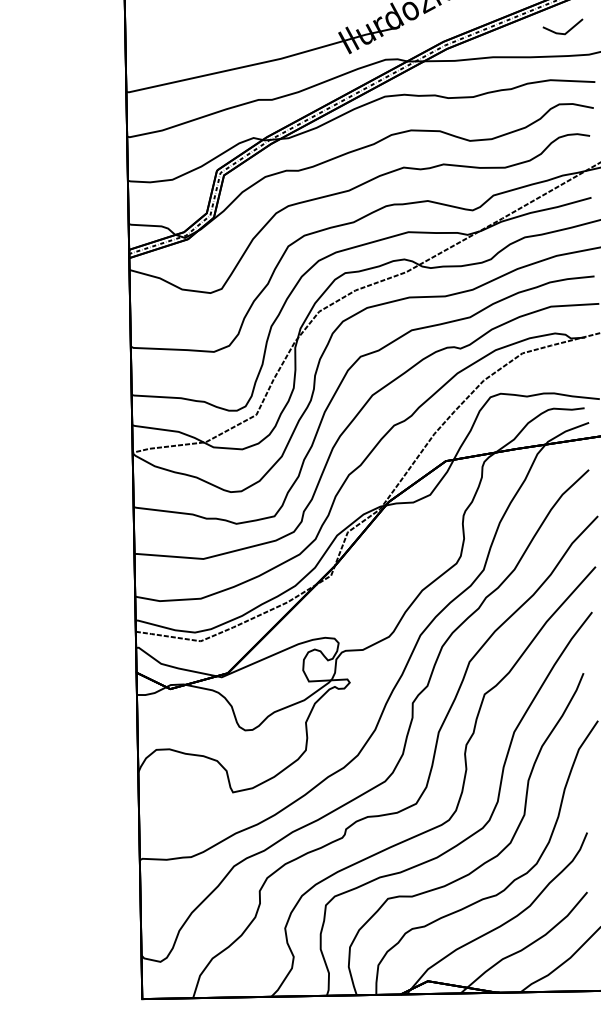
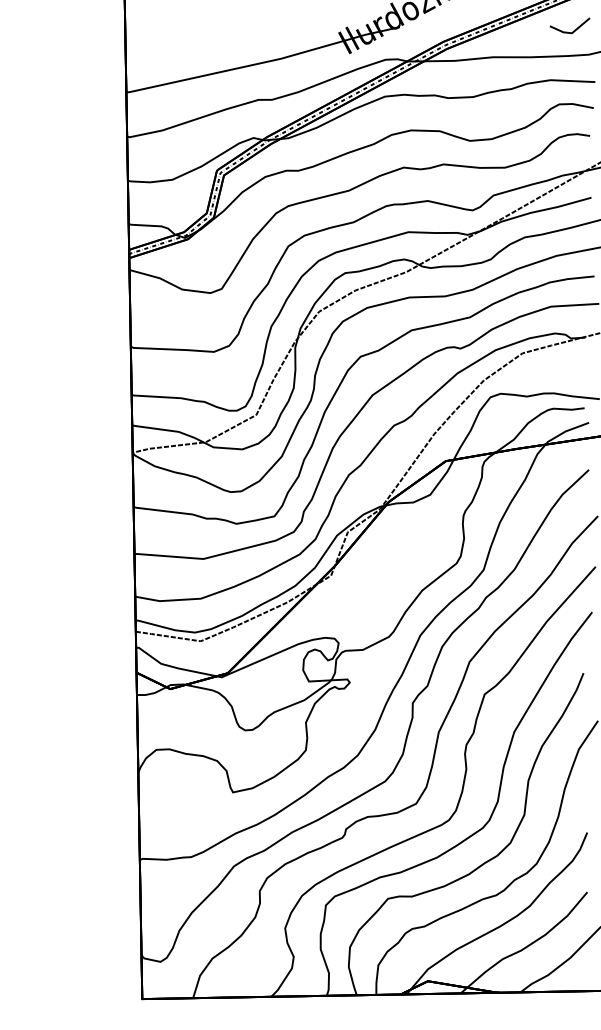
line at (560, 32) position: (560, 32) -> (567, 31)
